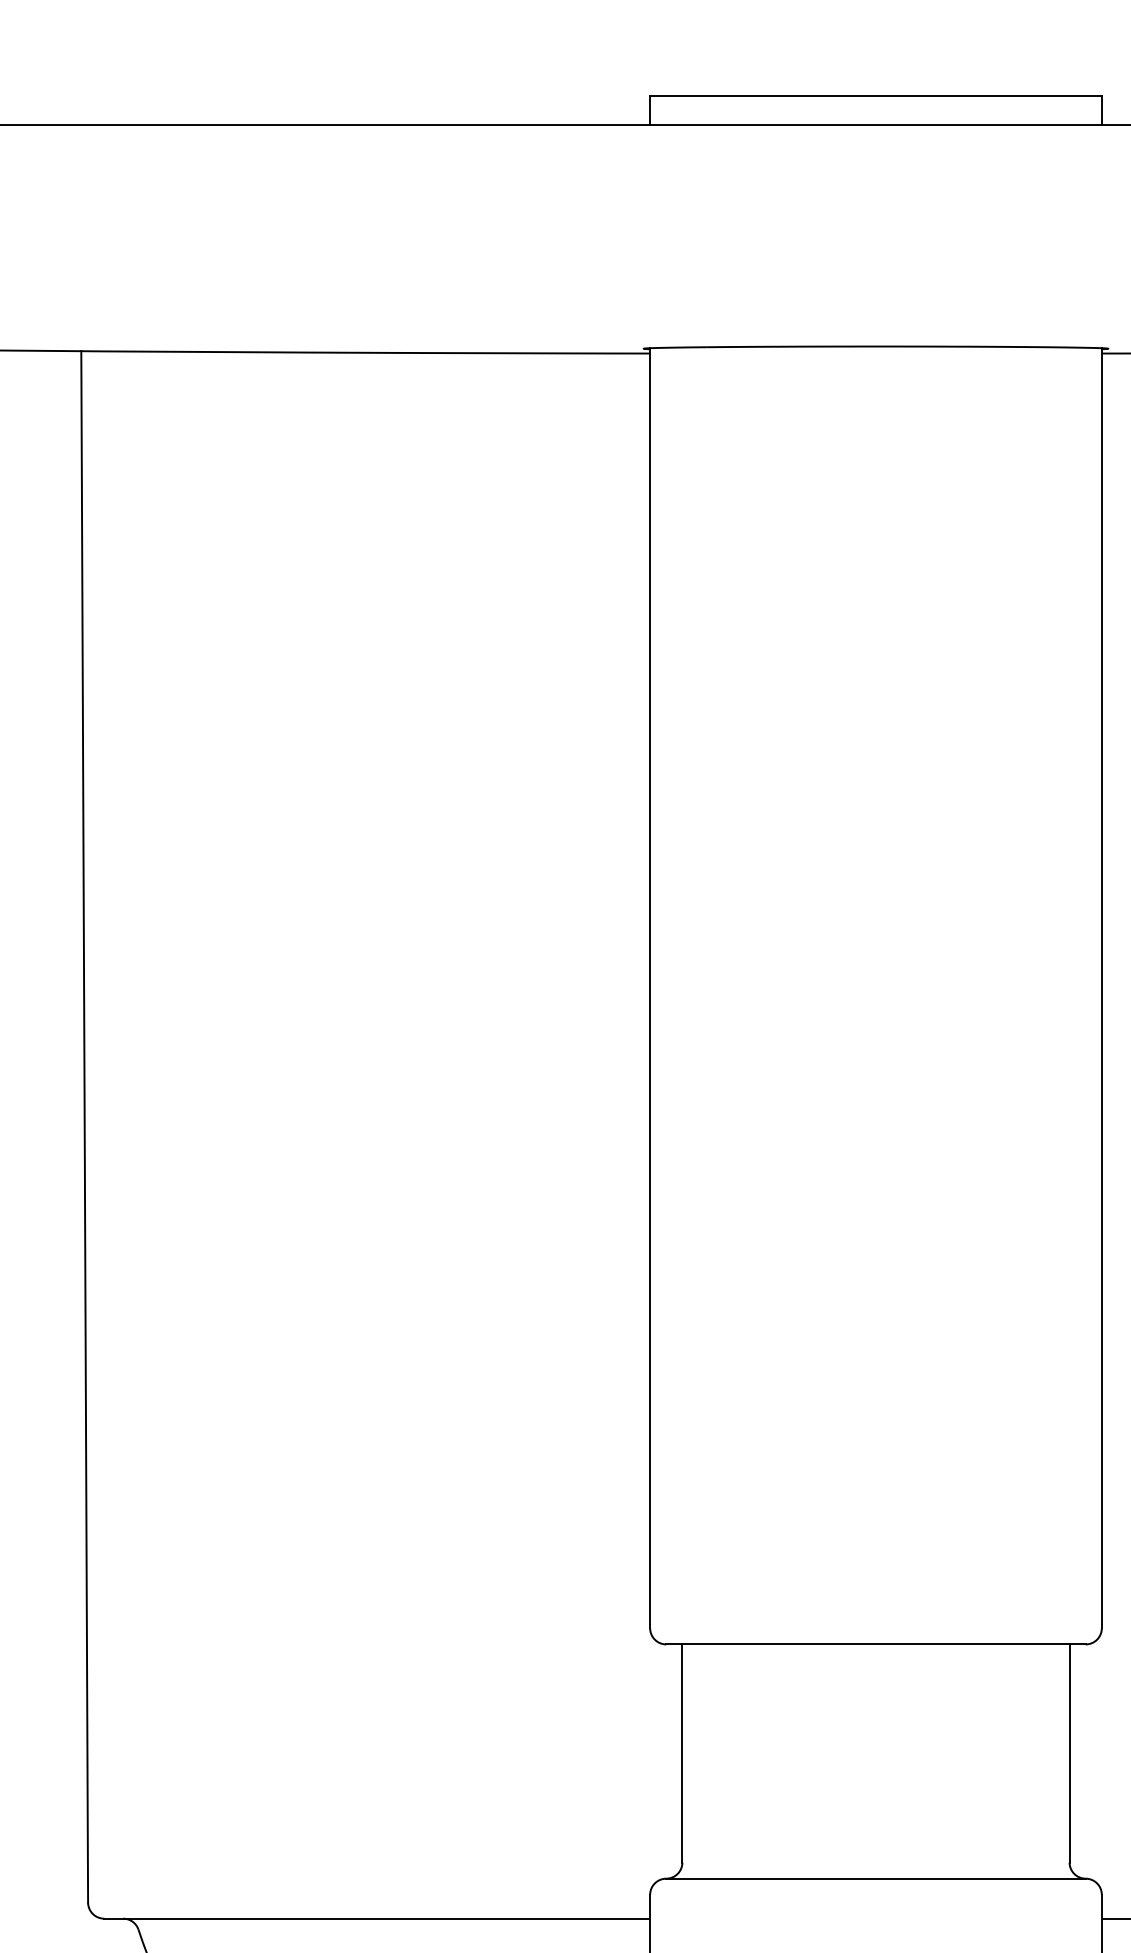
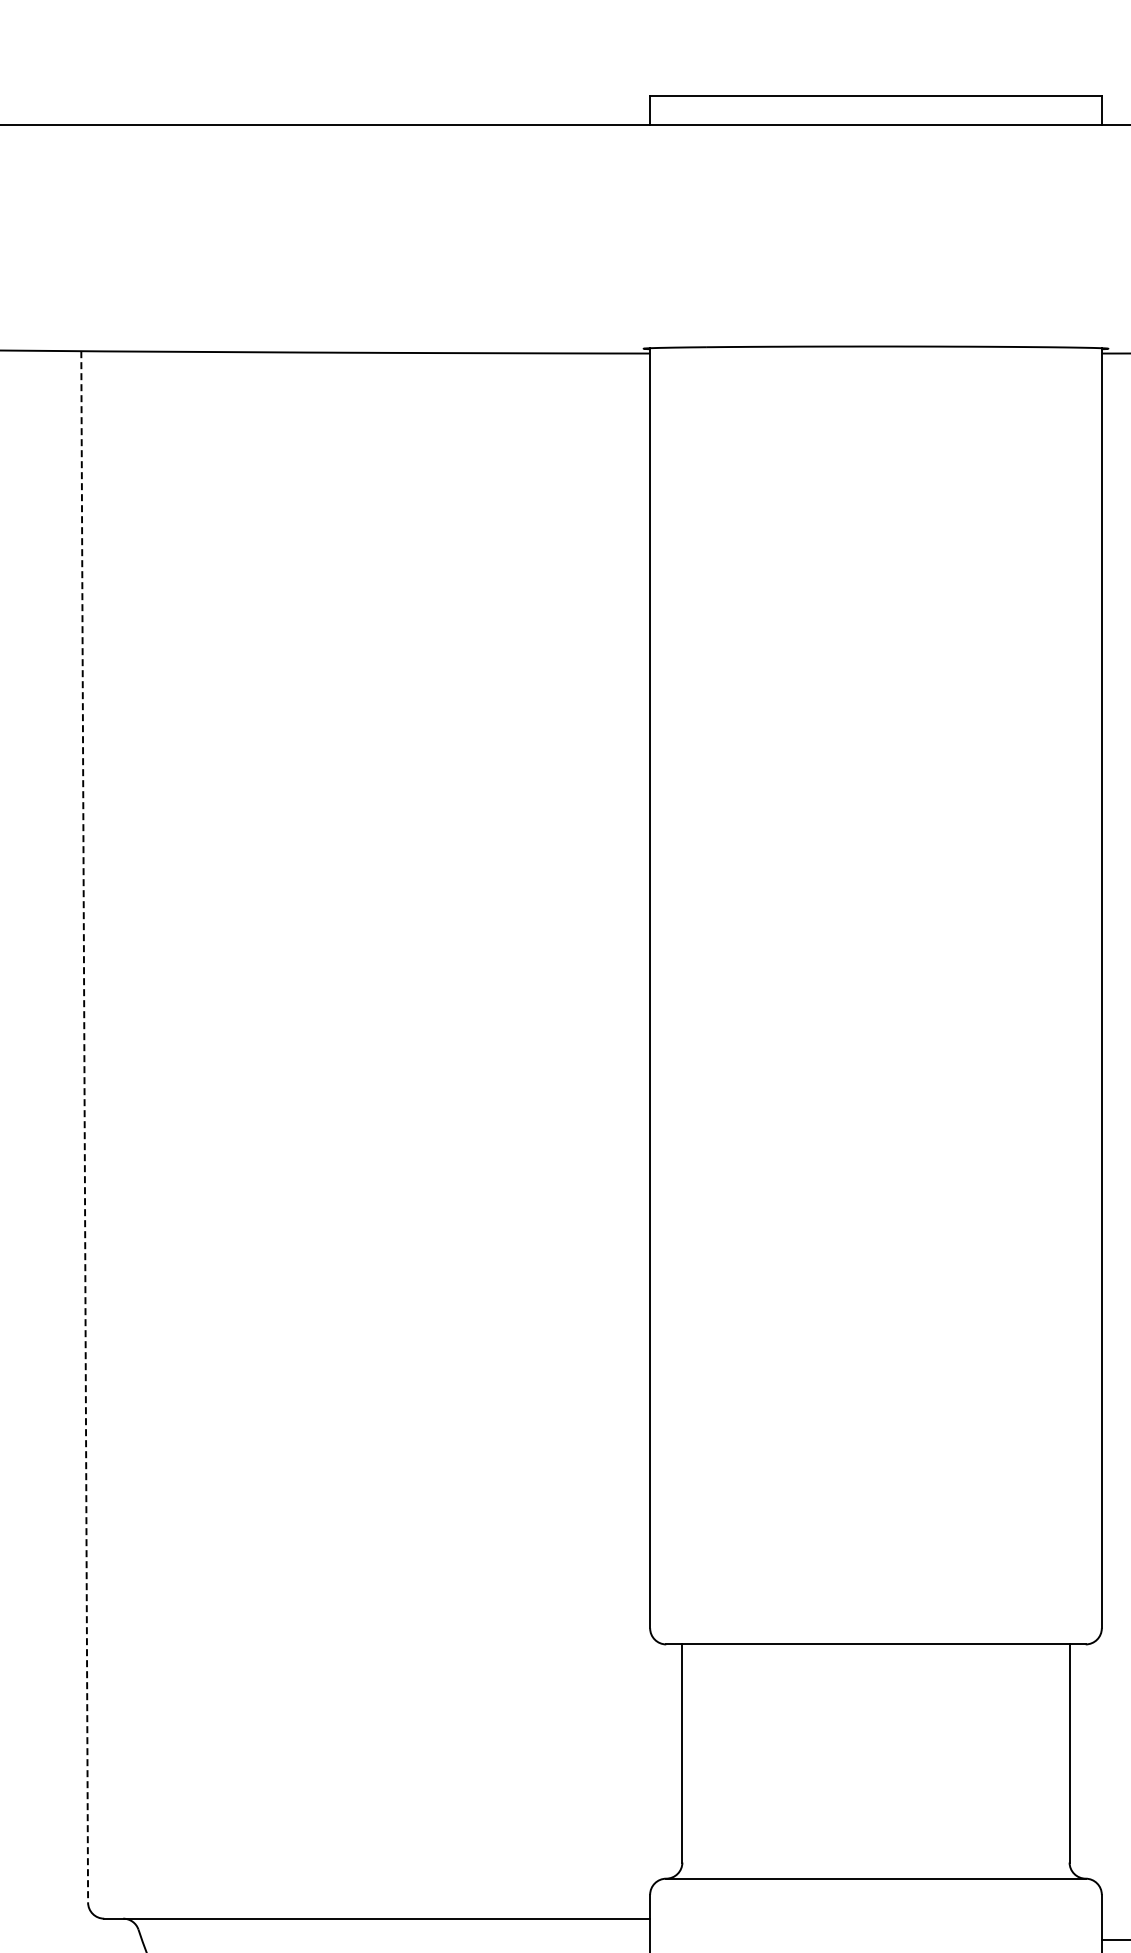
line at (84, 1126): solid -> dashed
line at (1114, 1918) position: (1114, 1918) -> (1114, 1939)
